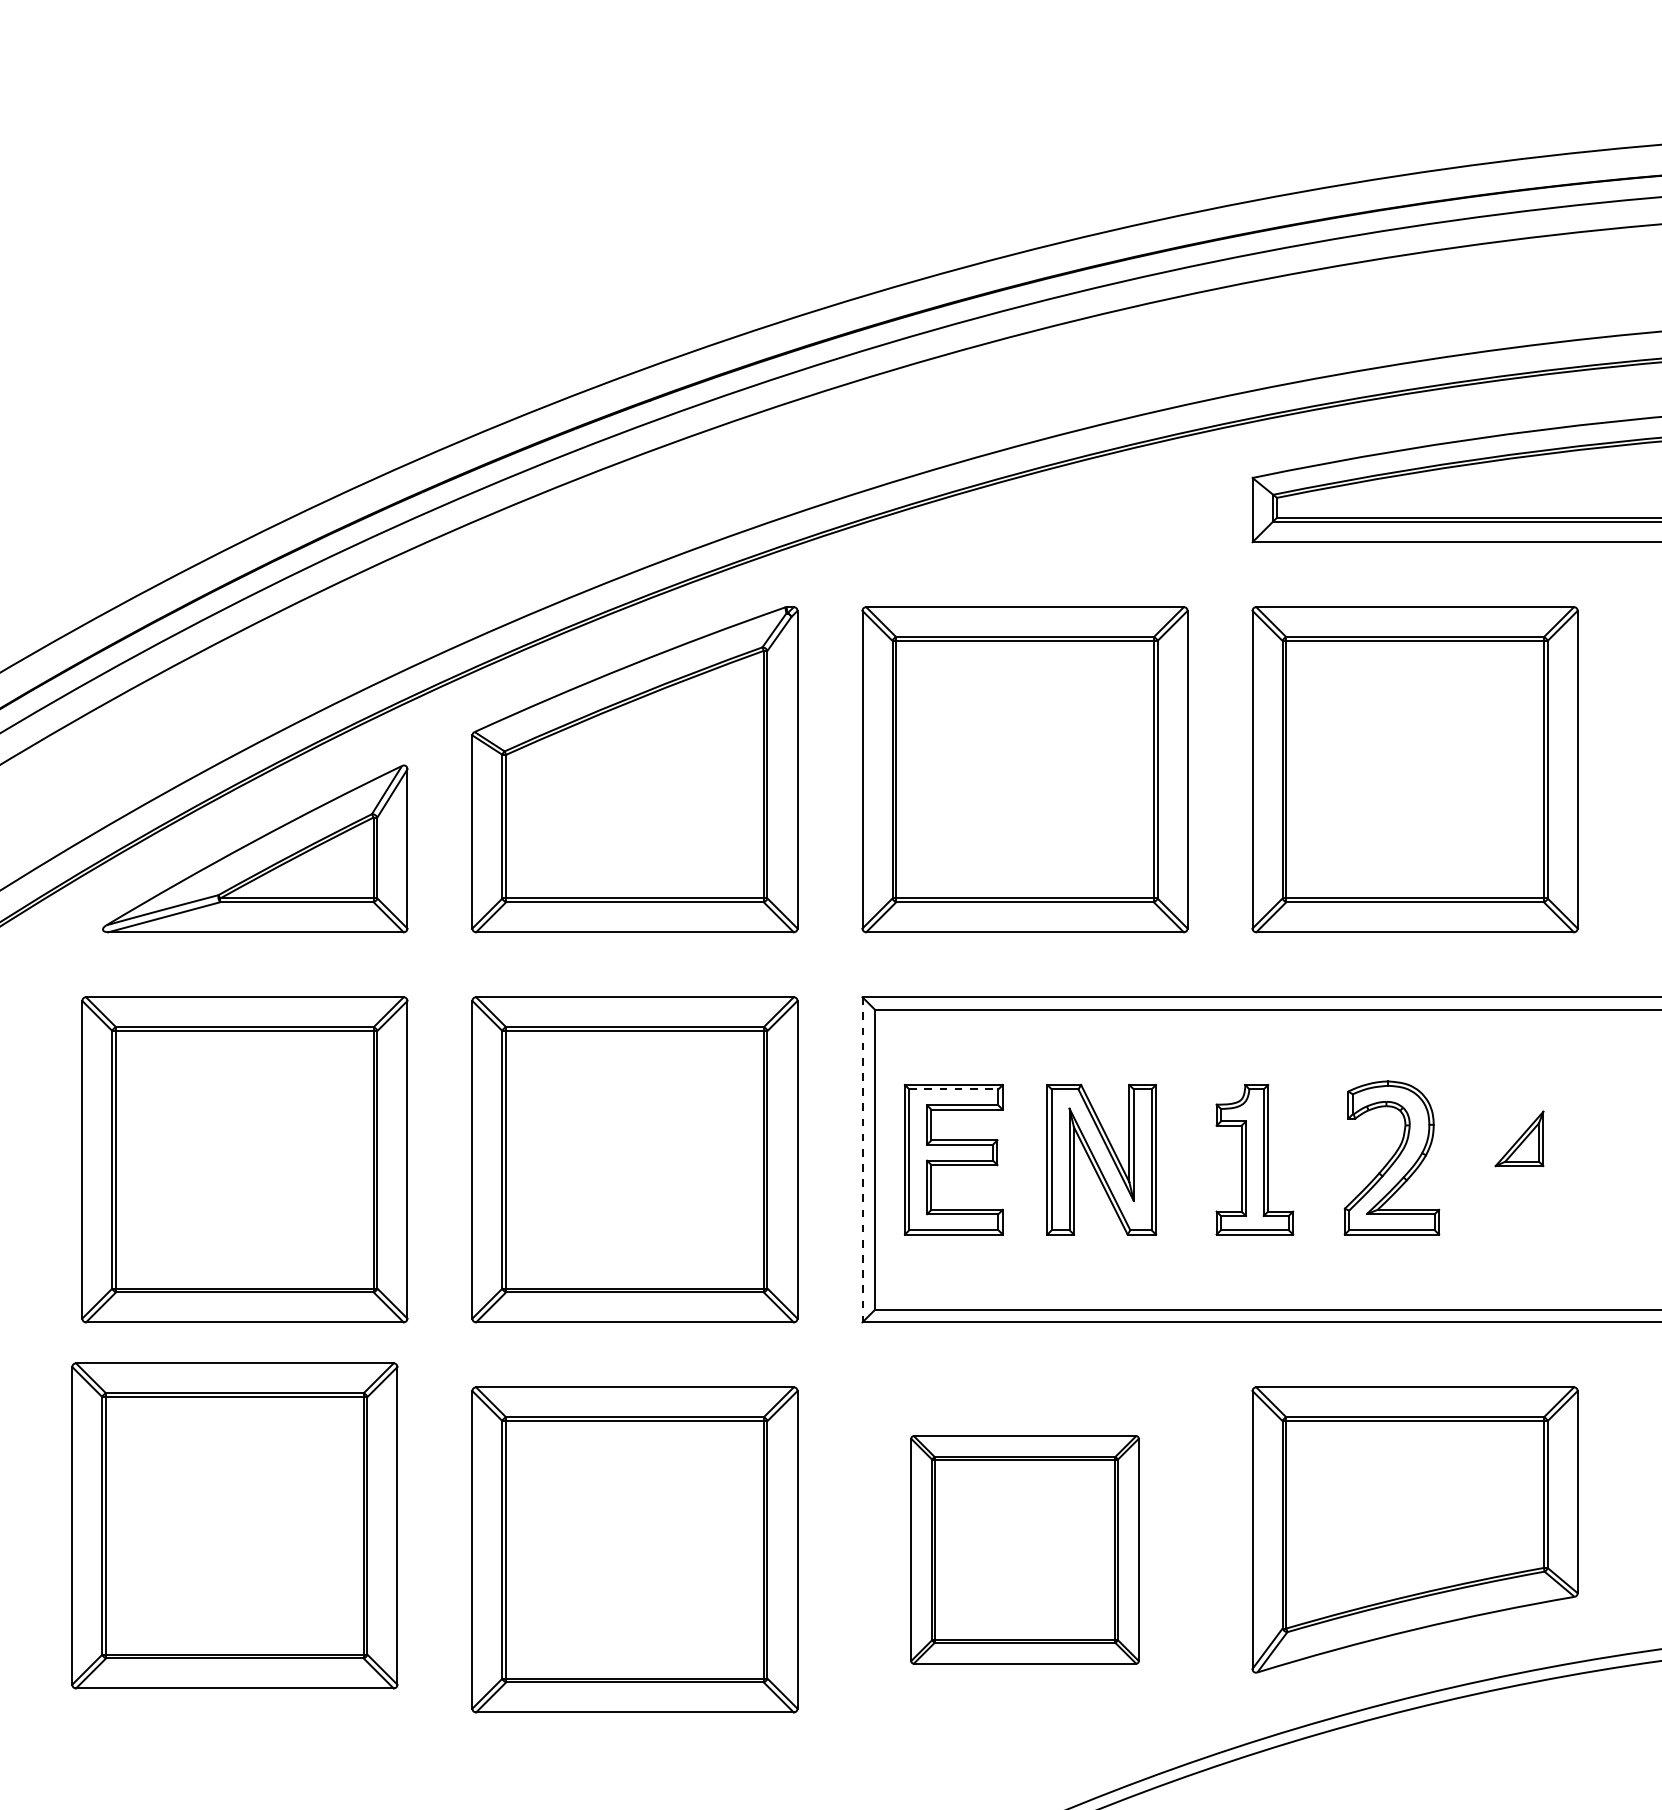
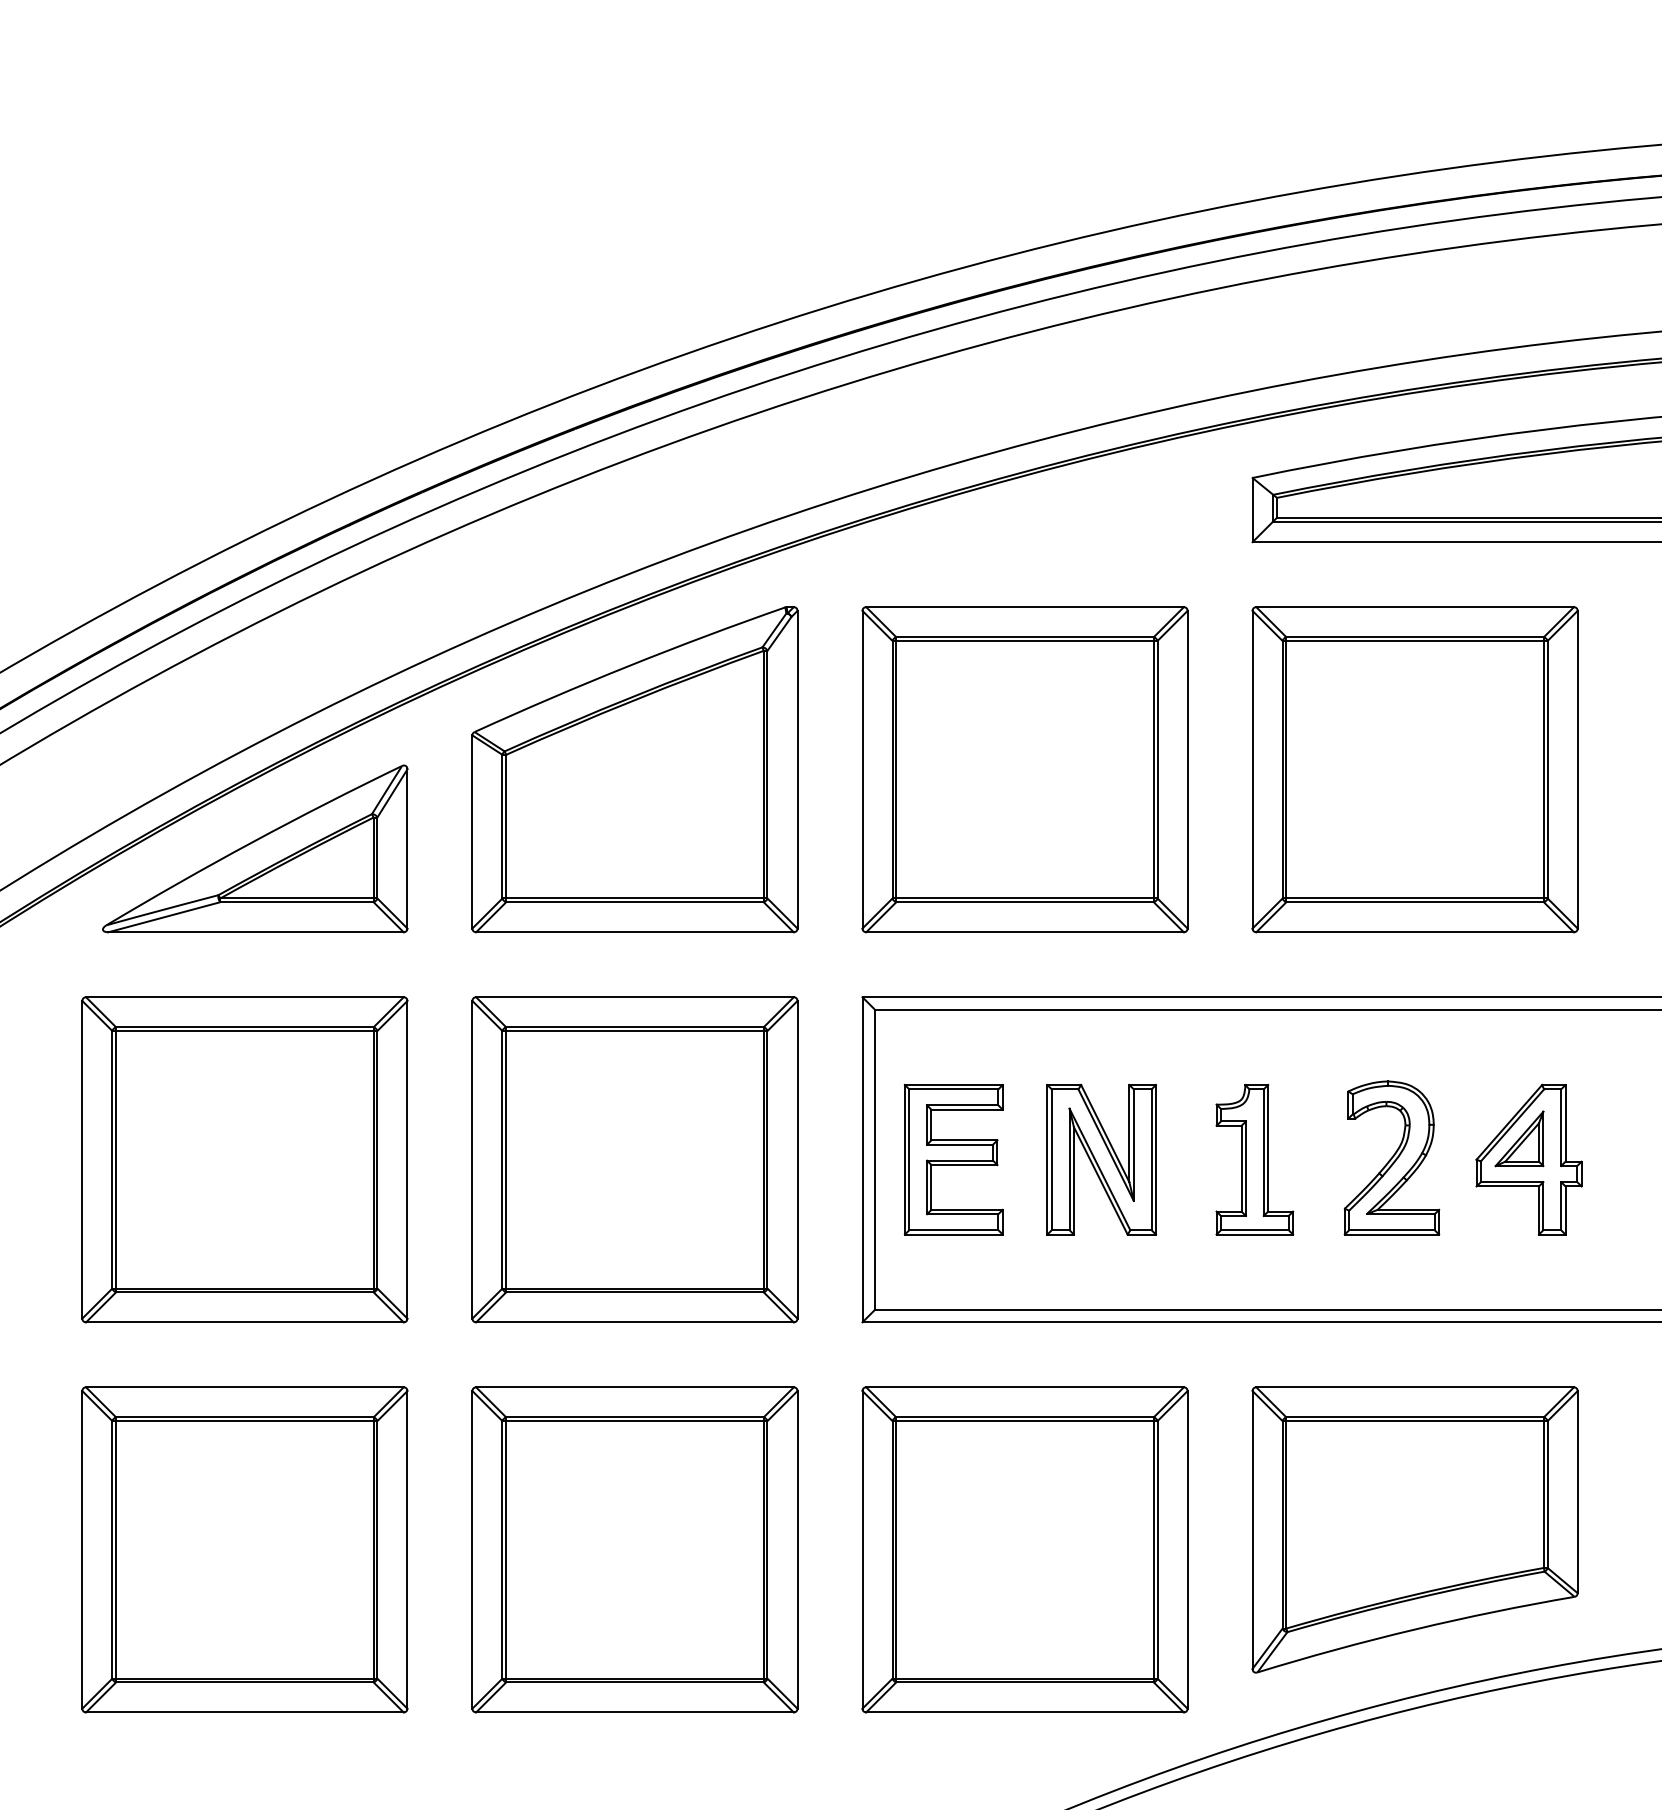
line at (953, 1089): dashed -> solid
line at (862, 1159): dashed -> solid
part at (1528, 1159): none -> present
part at (234, 1525) position: (234, 1525) -> (244, 1549)
part at (1024, 1549) size: 230x230 px -> 328x328 px
